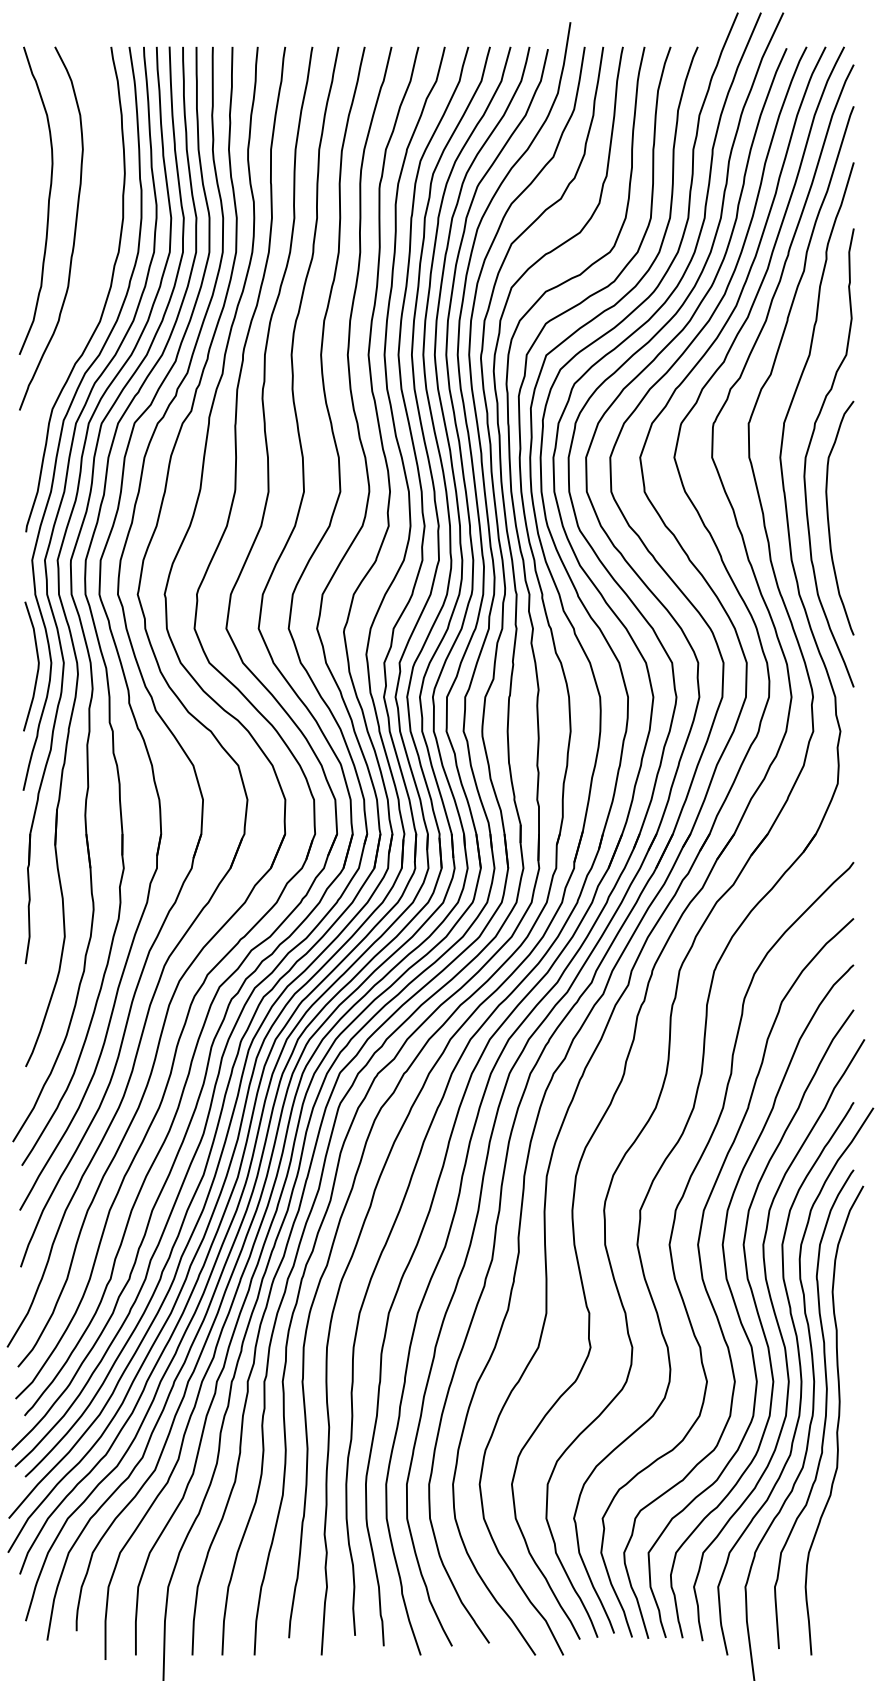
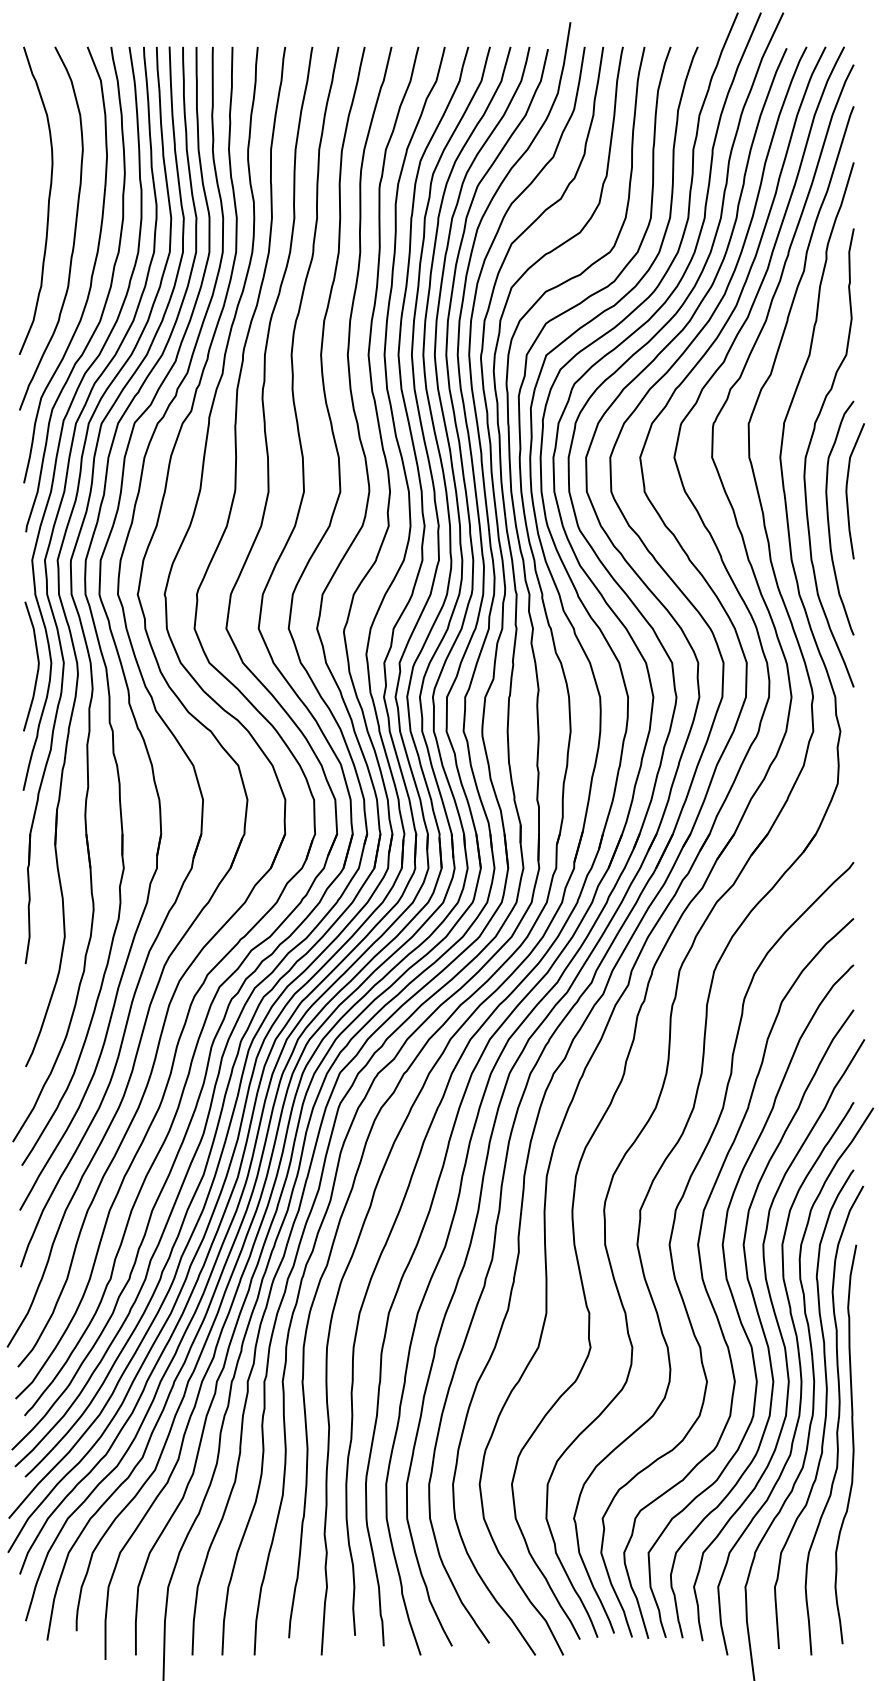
curve at (92, 269): none -> present
curve at (847, 491): none -> present
curve at (852, 1444): none -> present
